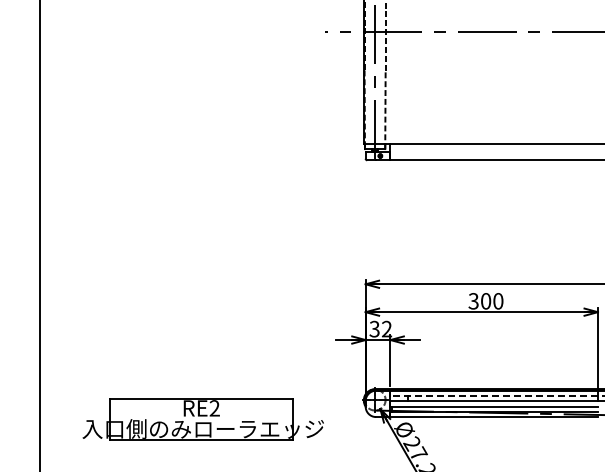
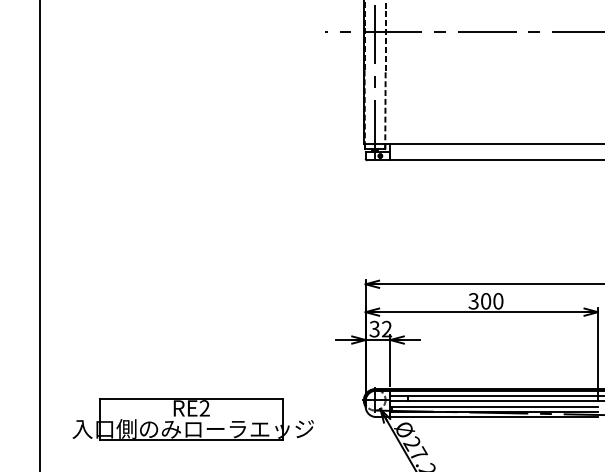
line at (497, 395): dashed -> solid
part at (202, 419) position: (202, 419) -> (192, 419)
